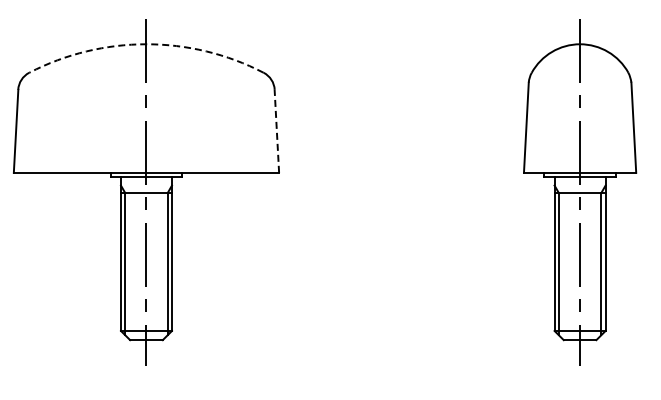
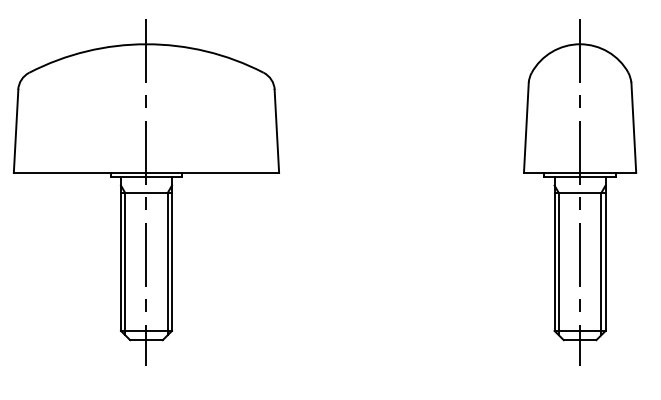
arc at (146, 44): dashed -> solid
line at (276, 131): dashed -> solid
